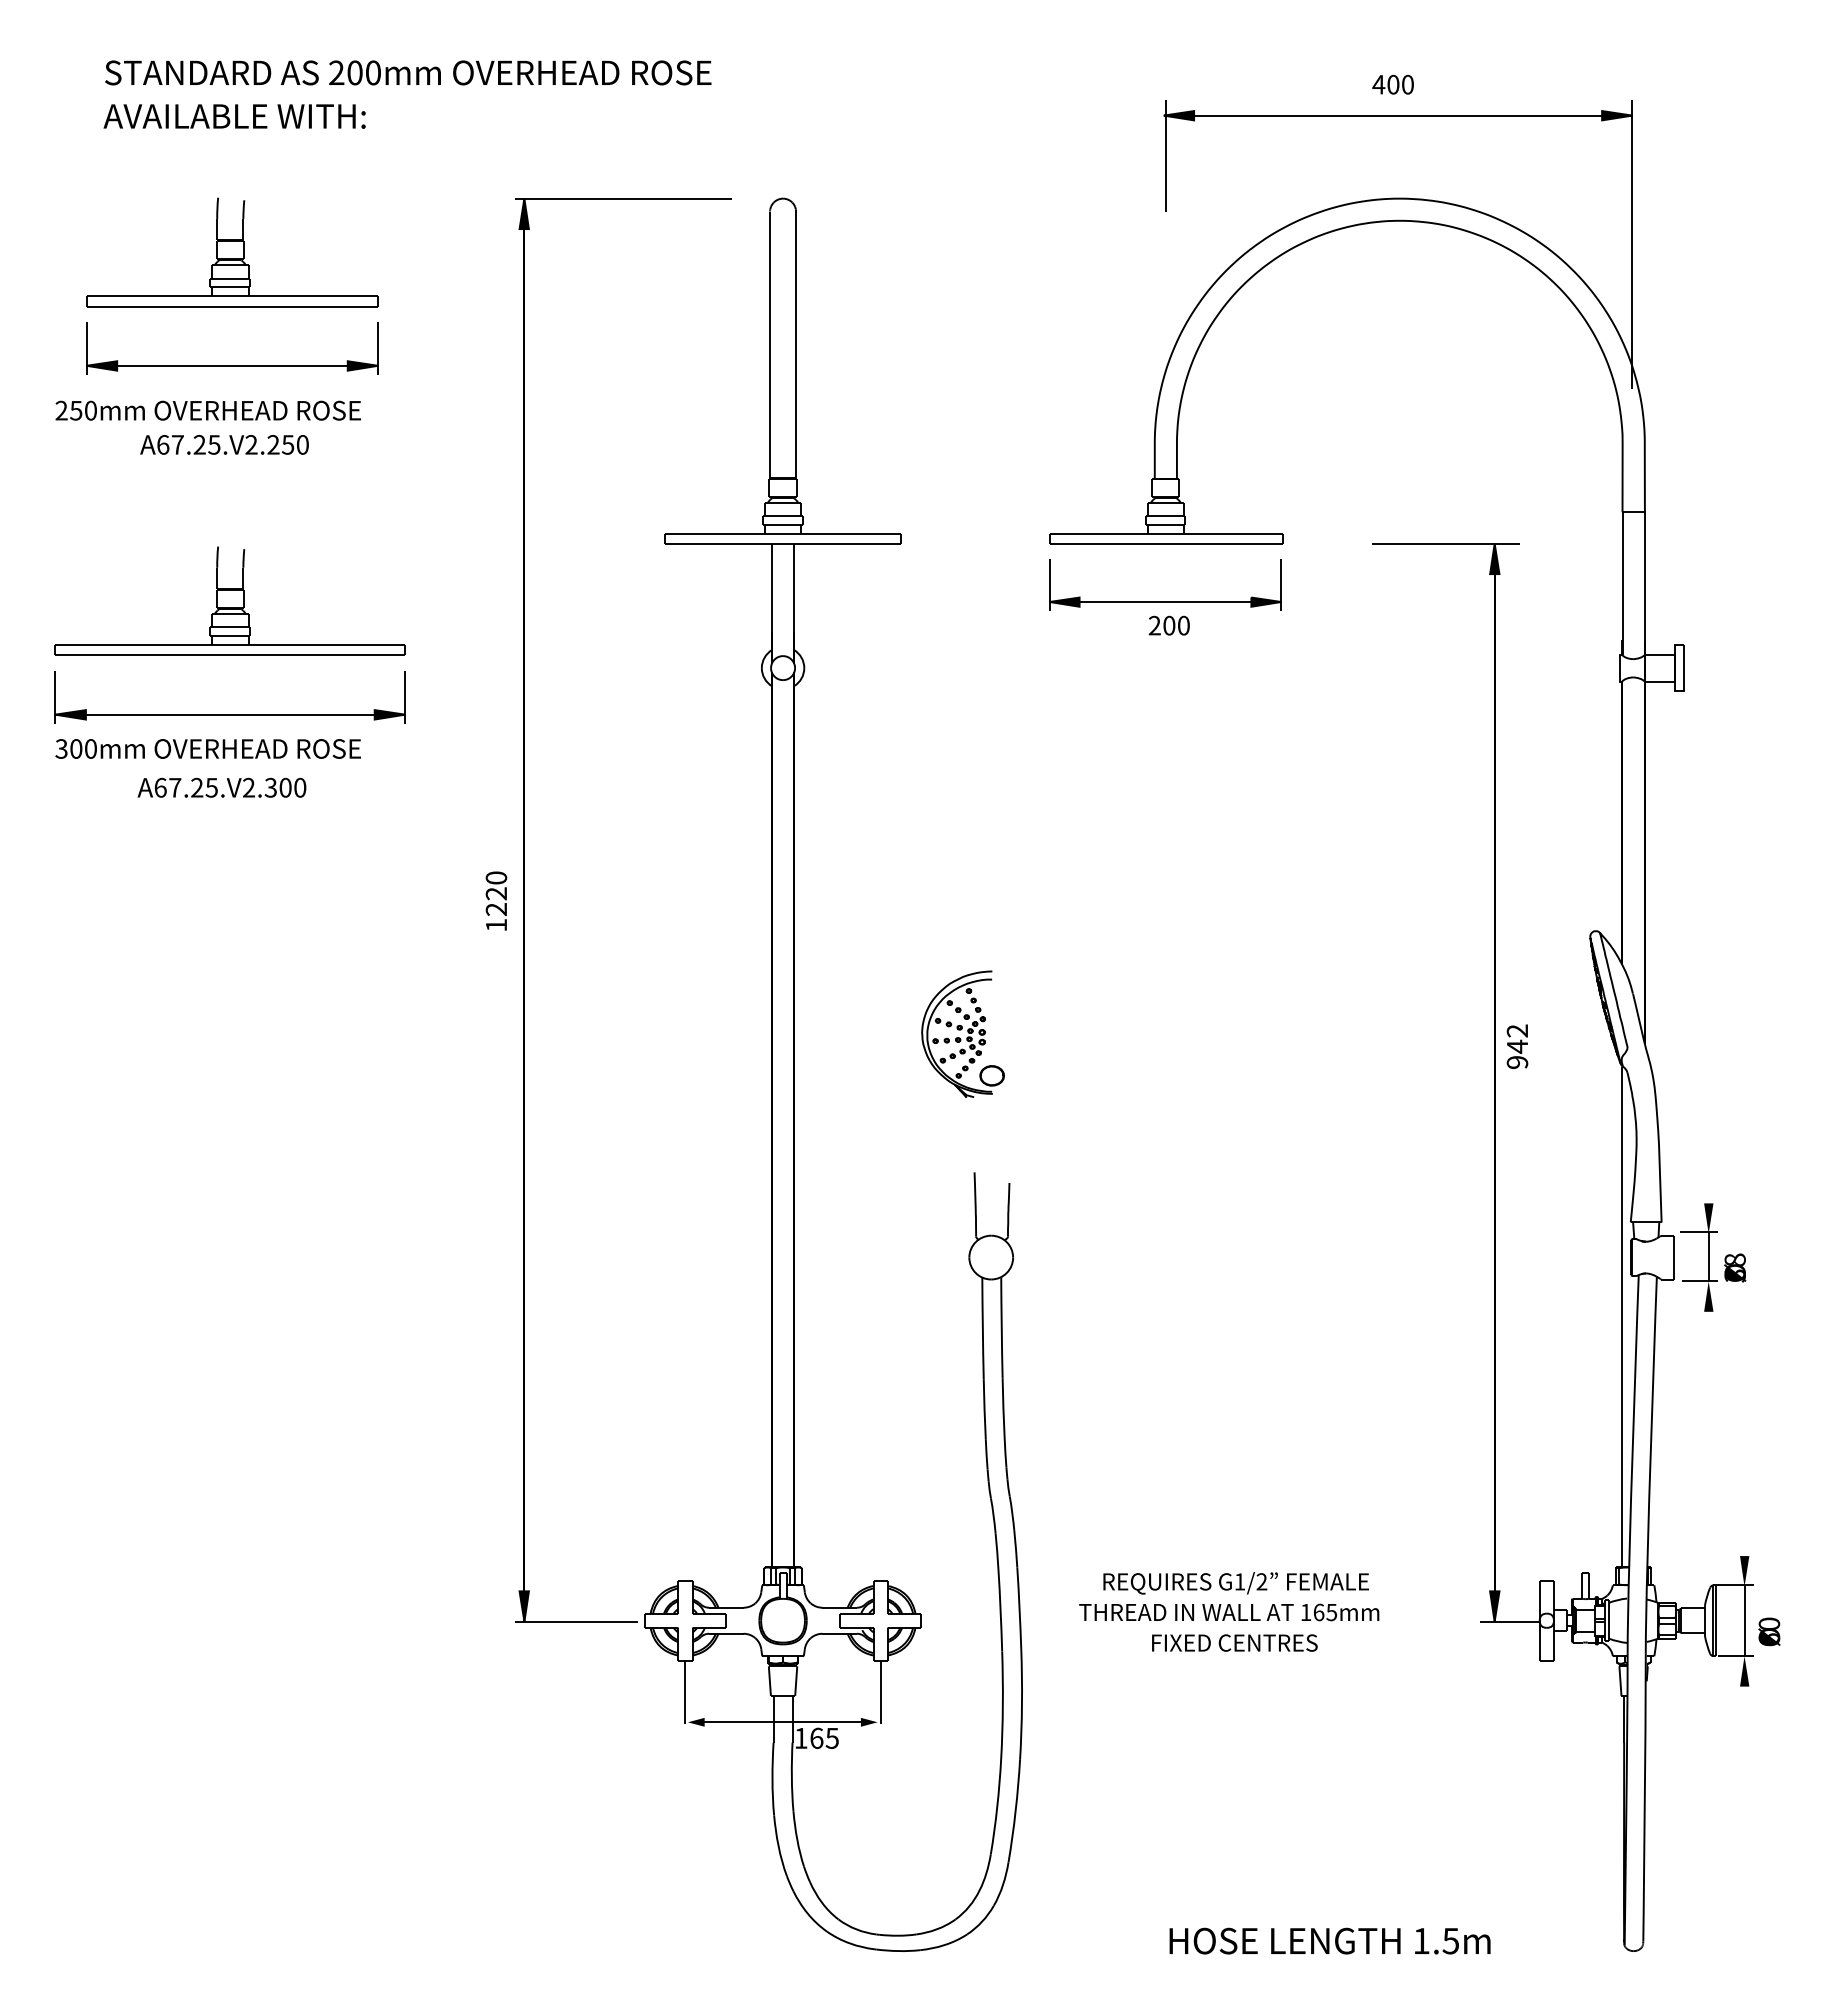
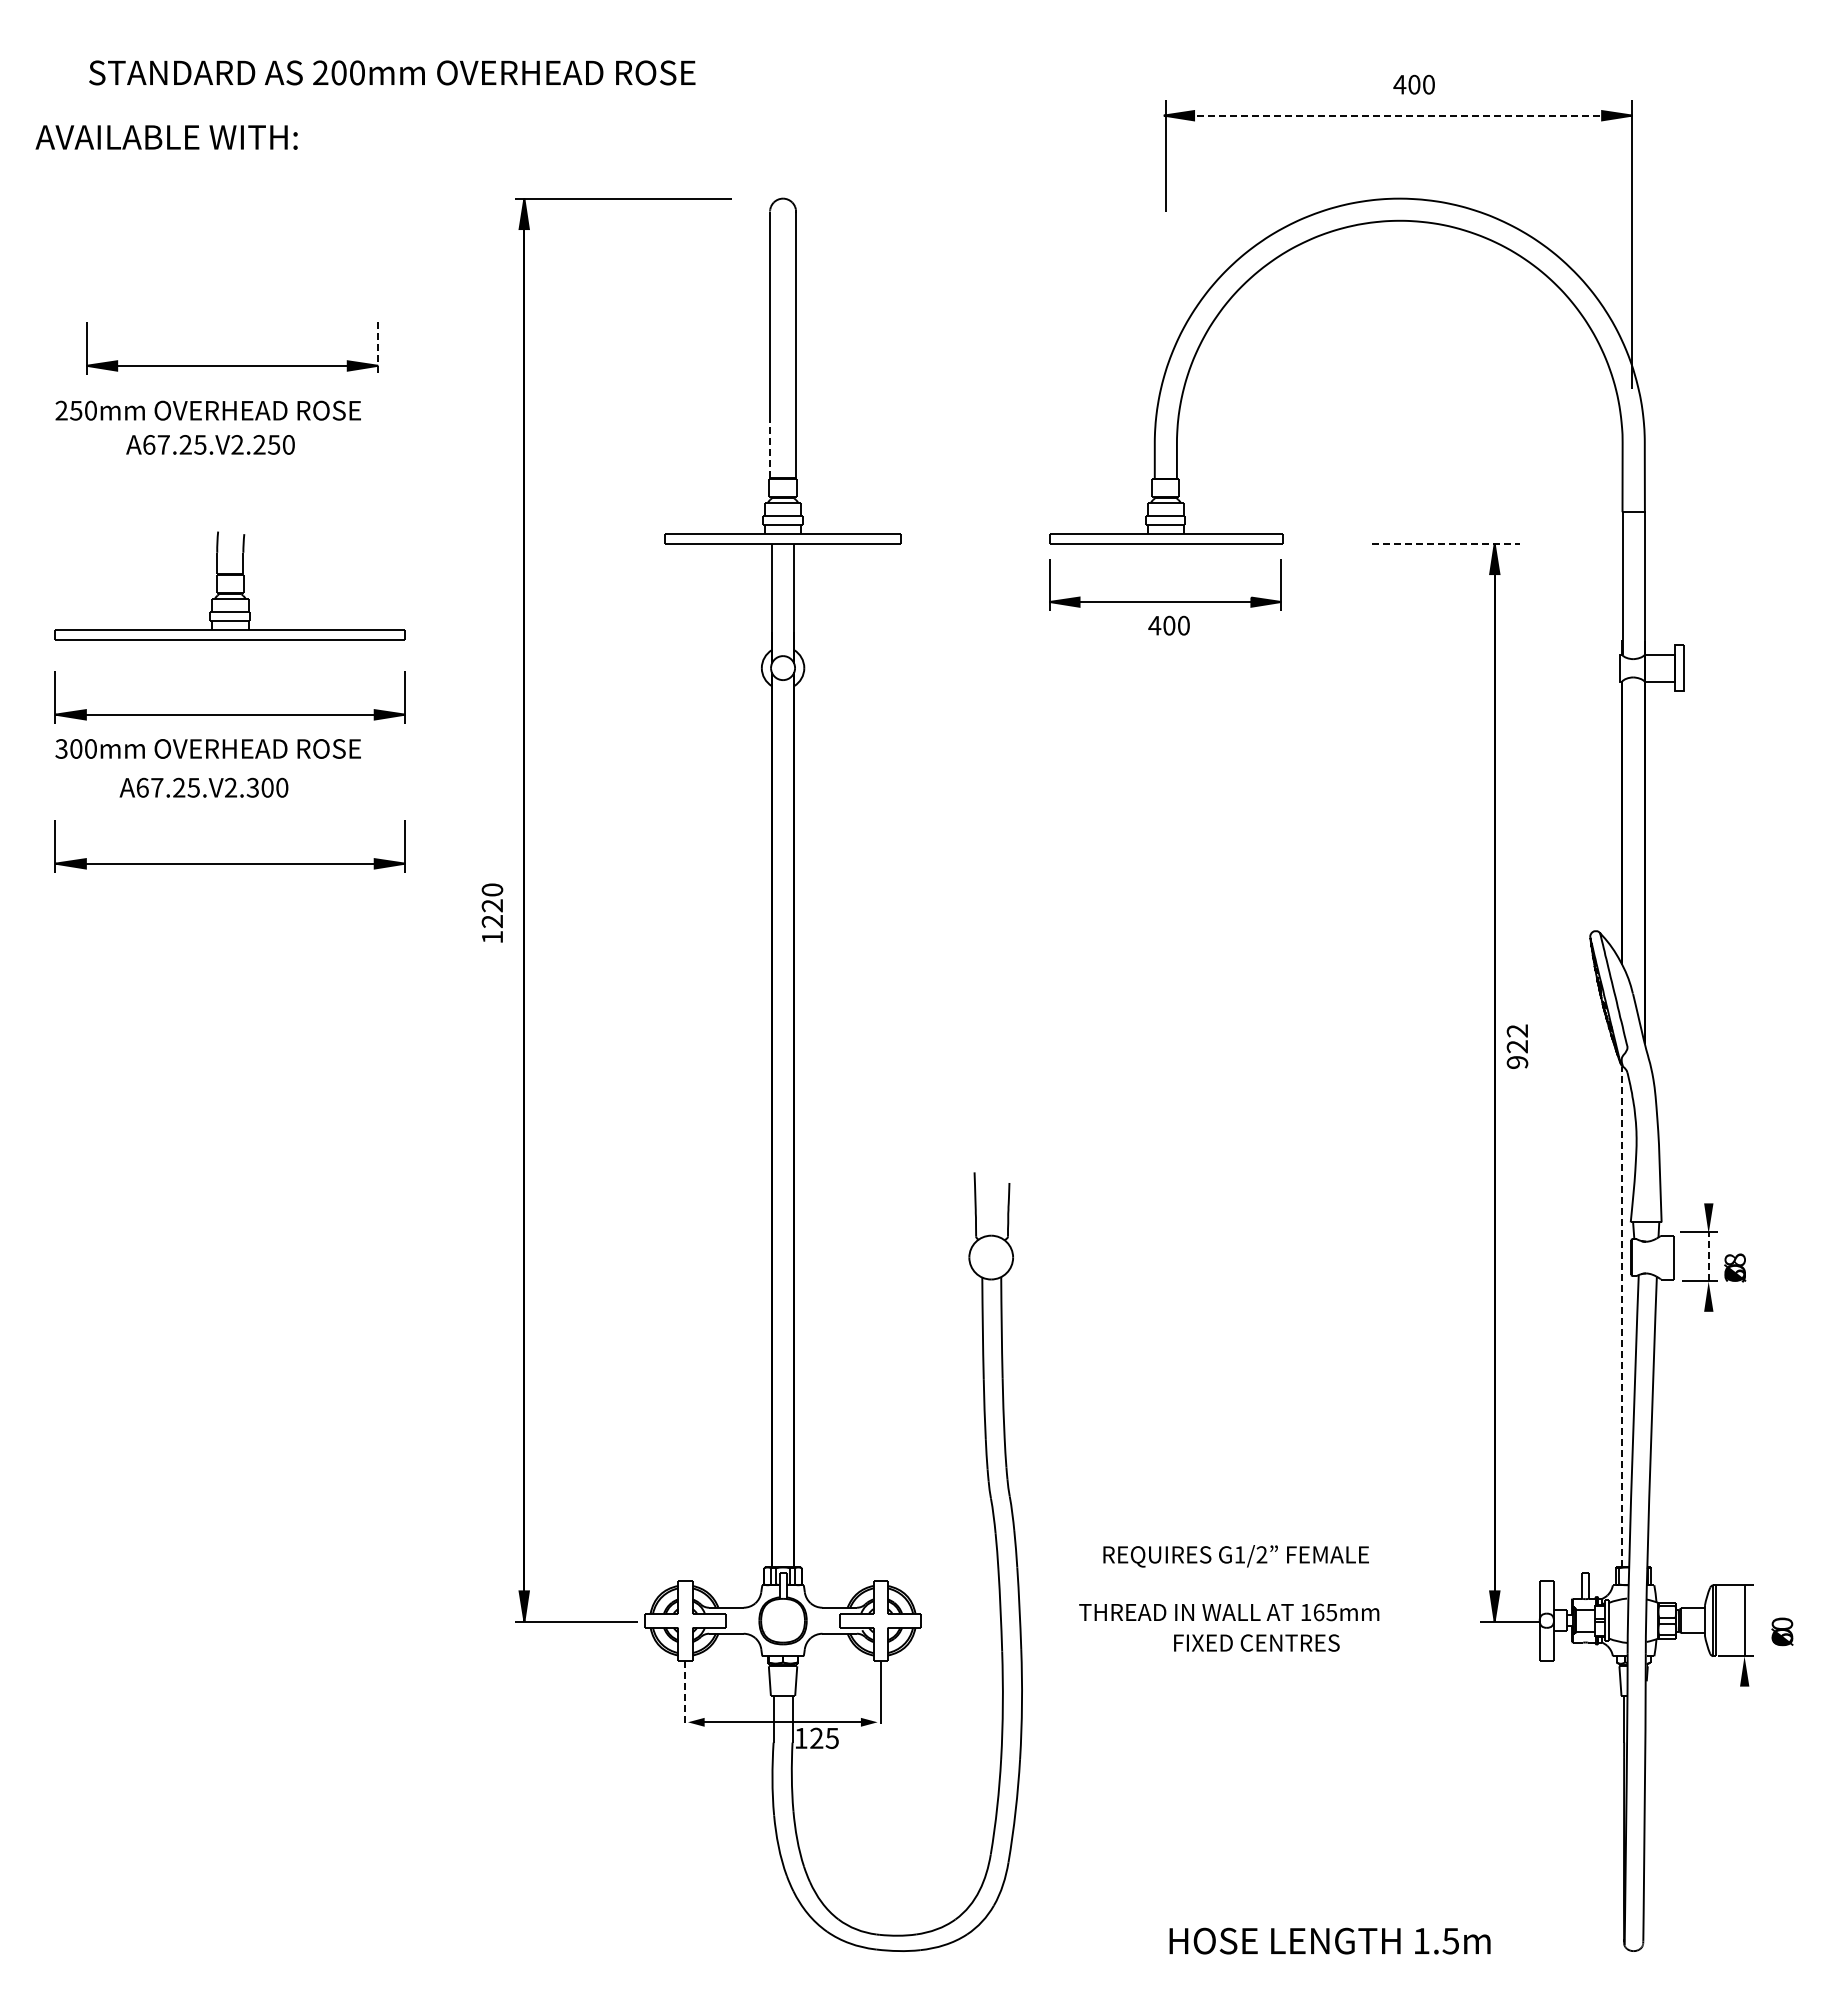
text at (408, 72) position: (408, 72) -> (392, 72)
text at (1392, 84) position: (1392, 84) -> (1413, 84)
line at (1398, 115): solid -> dashed
text at (234, 116) position: (234, 116) -> (166, 137)
part at (232, 252): present -> none
line at (378, 348): solid -> dashed
text at (224, 444) position: (224, 444) -> (210, 444)
line at (770, 447): solid -> dashed
line at (1446, 543): solid -> dashed
part at (229, 600) position: (229, 600) -> (229, 585)
text at (1154, 625): 200 -> 400
text at (221, 787) position: (221, 787) -> (203, 787)
part at (229, 863): none -> present
text at (496, 900) position: (496, 900) -> (492, 912)
part at (962, 1033): present -> none
text at (1516, 1046): 942 -> 922
line at (1708, 1256): solid -> dashed
line at (1622, 1316): solid -> dashed
fill at (1744, 1571): present -> none
text at (1235, 1583) position: (1235, 1583) -> (1235, 1556)
text at (1769, 1631) position: (1769, 1631) -> (1782, 1631)
text at (1234, 1642) position: (1234, 1642) -> (1256, 1642)
line at (684, 1692): solid -> dashed
text at (816, 1737): 165 -> 125
